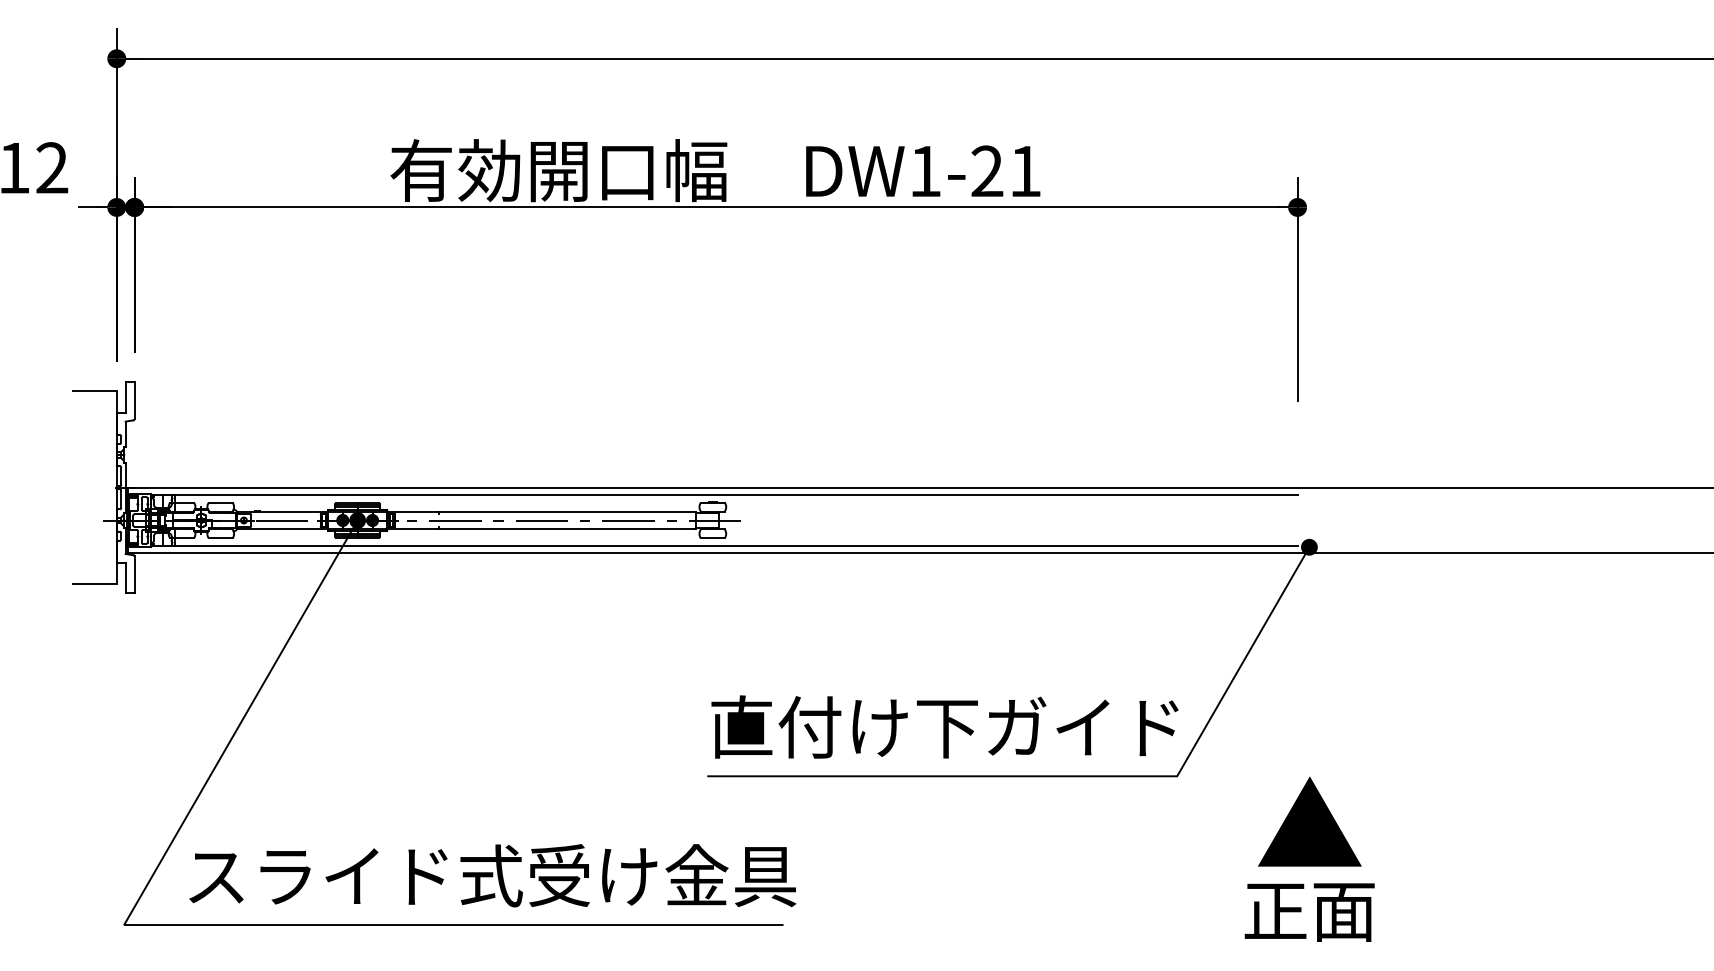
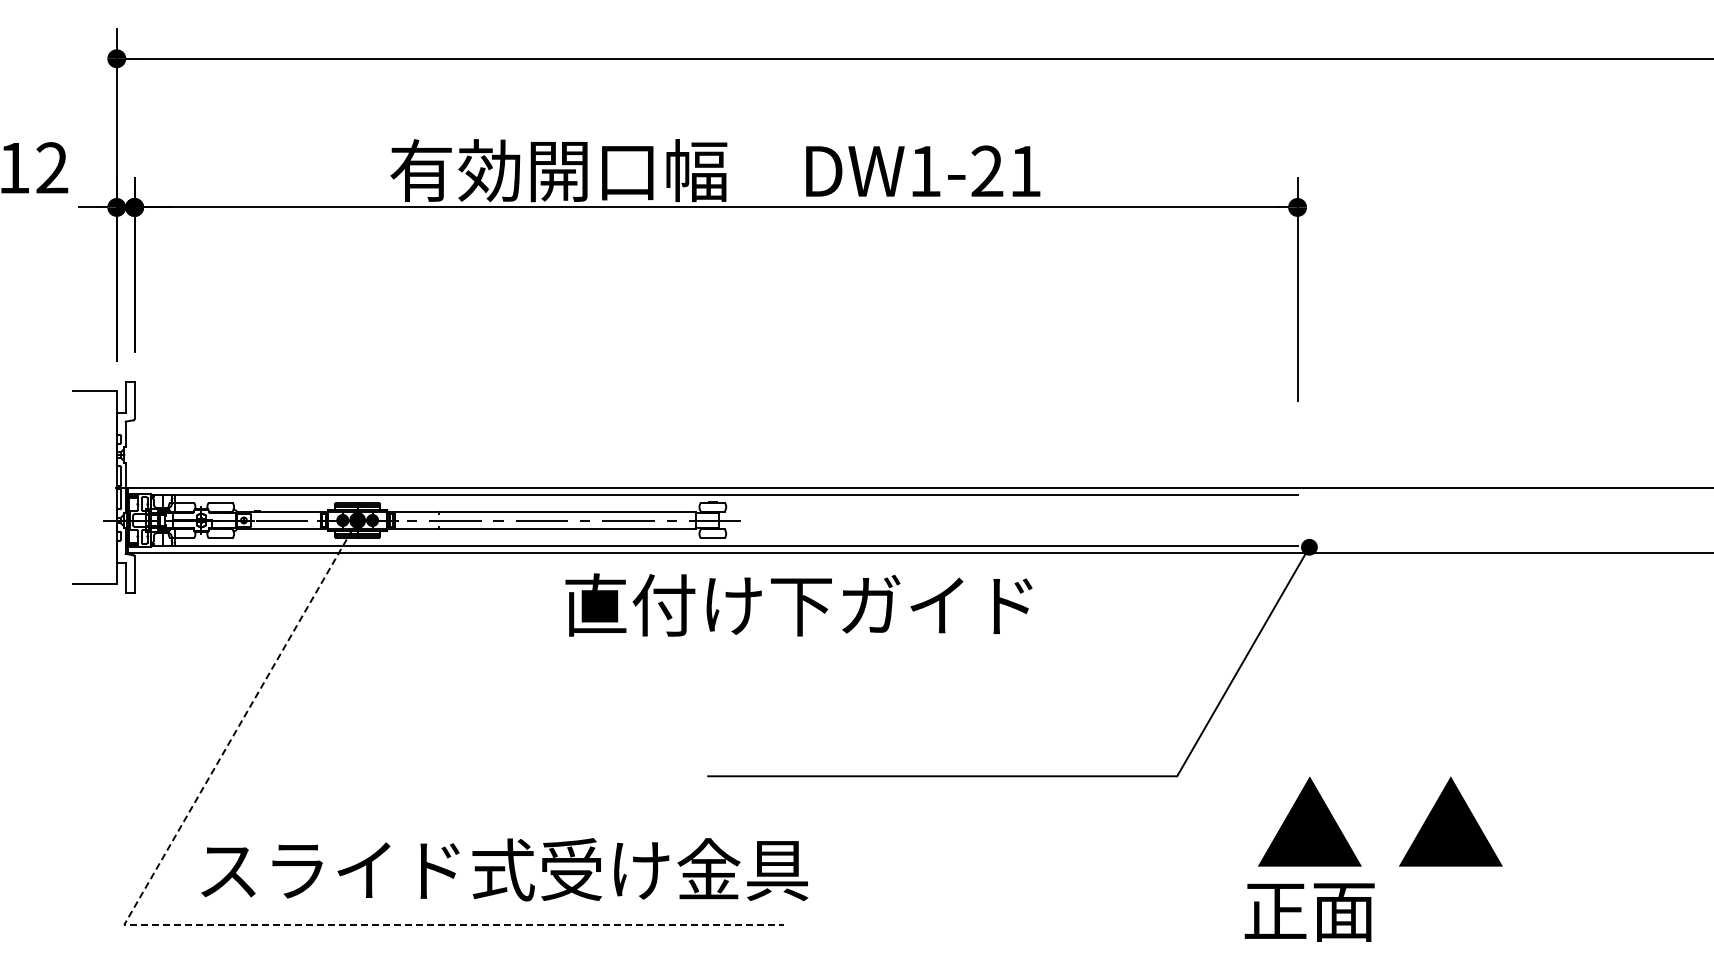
text at (944, 726) position: (944, 726) -> (798, 604)
part at (1450, 821): none -> present
text at (492, 875) position: (492, 875) -> (504, 869)
line at (220, 925): solid -> dashed
